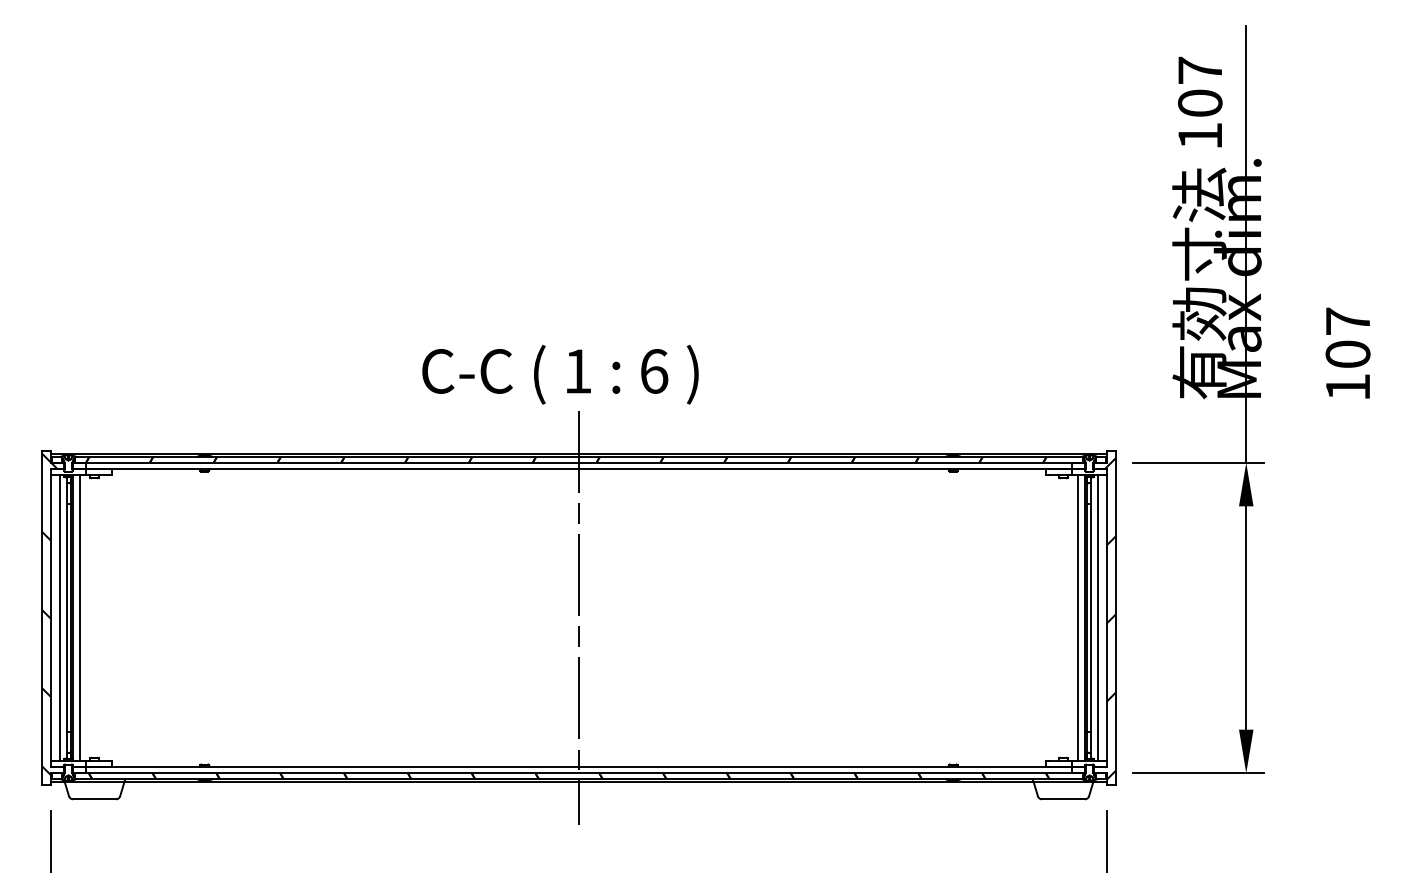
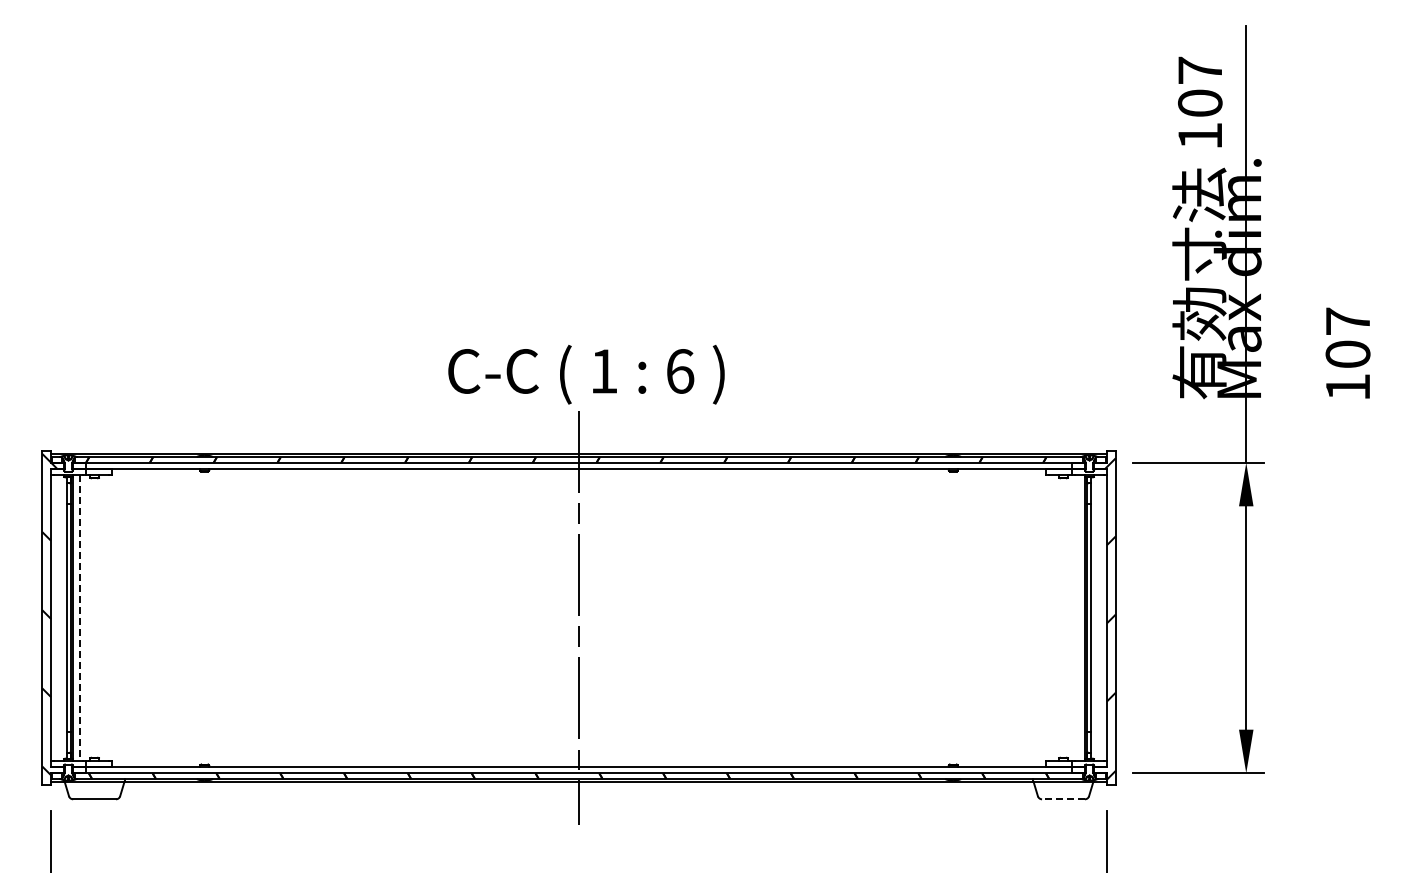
text at (560, 374) position: (560, 374) -> (586, 374)
line at (59, 617): present -> none
line at (1078, 617): present -> none
line at (1098, 617): present -> none
line at (80, 618): solid -> dashed
line at (1063, 799): solid -> dashed
